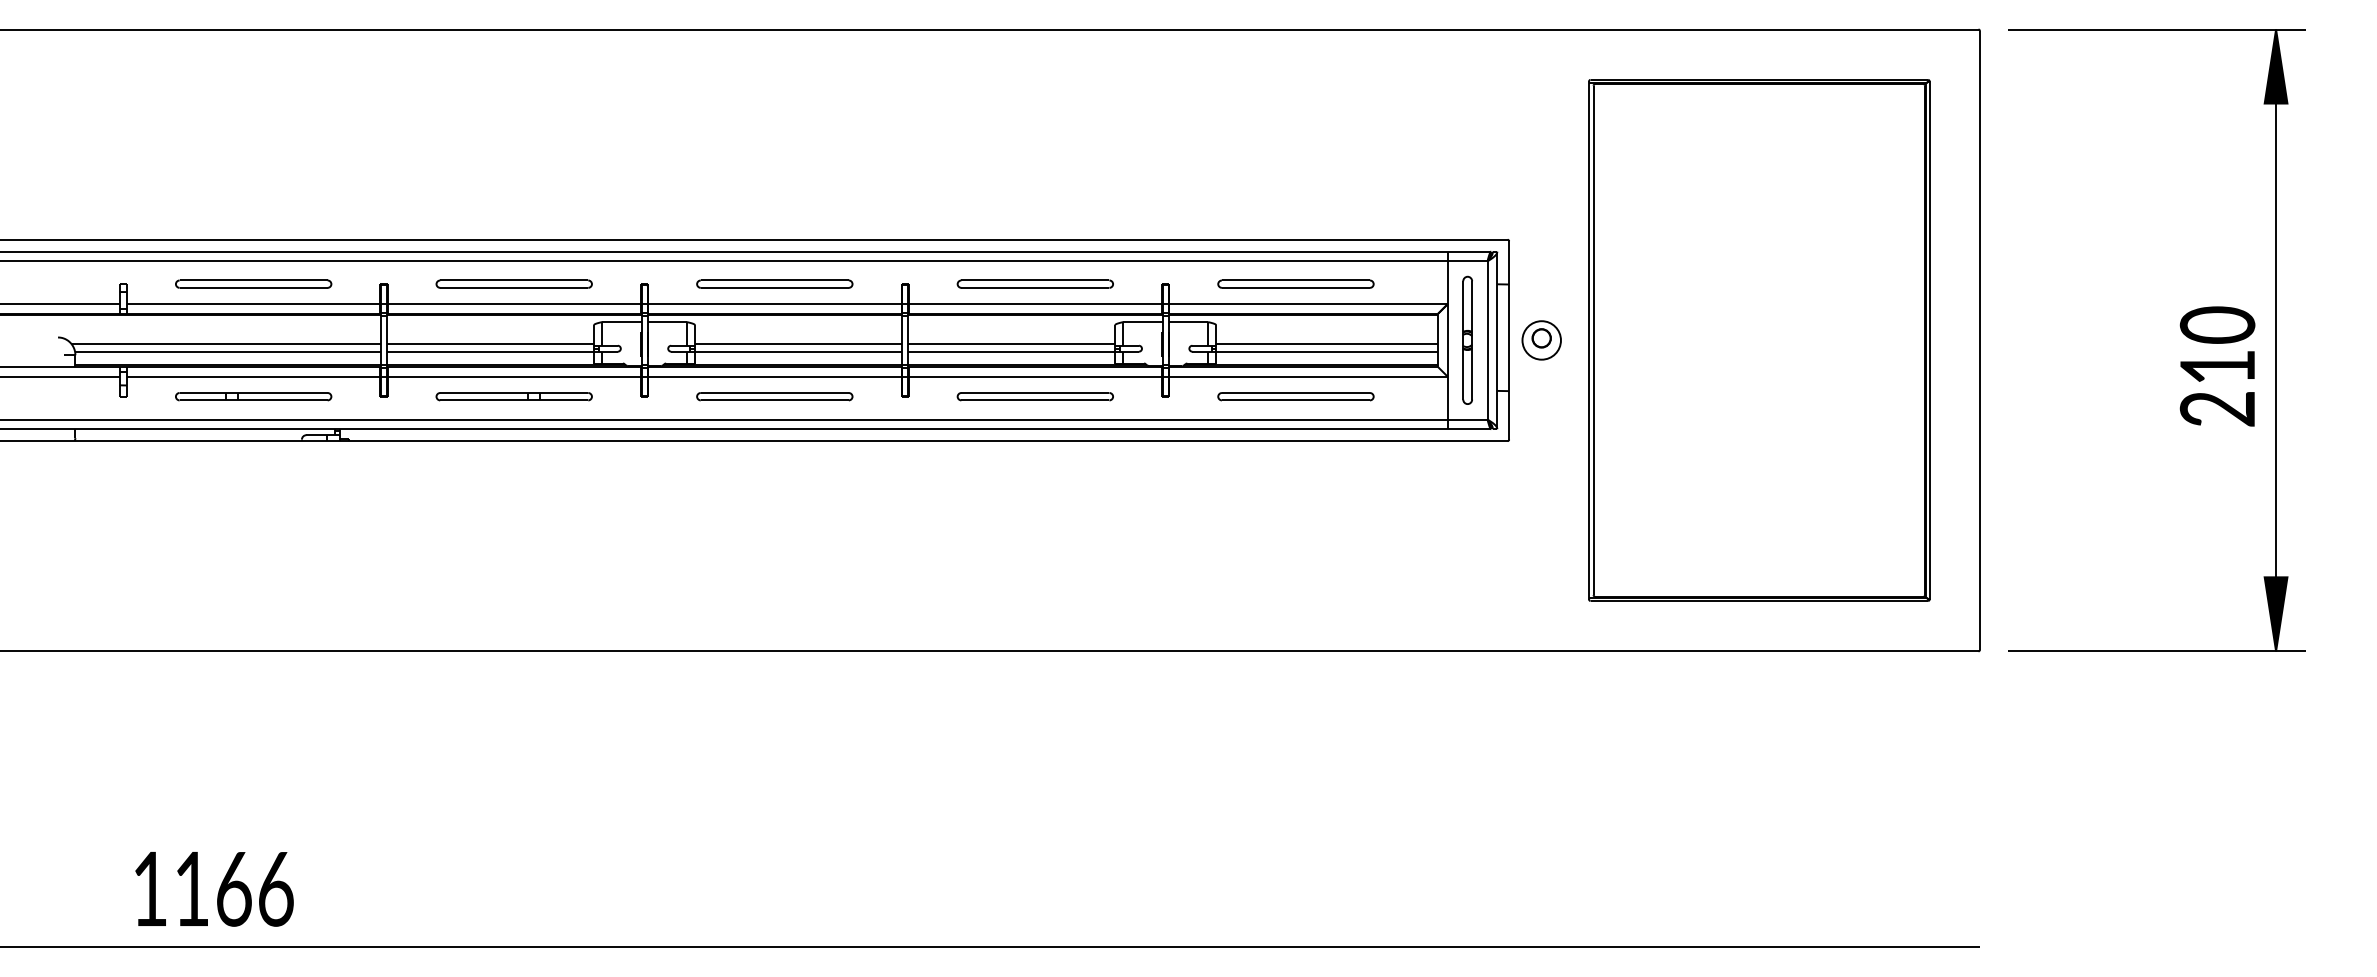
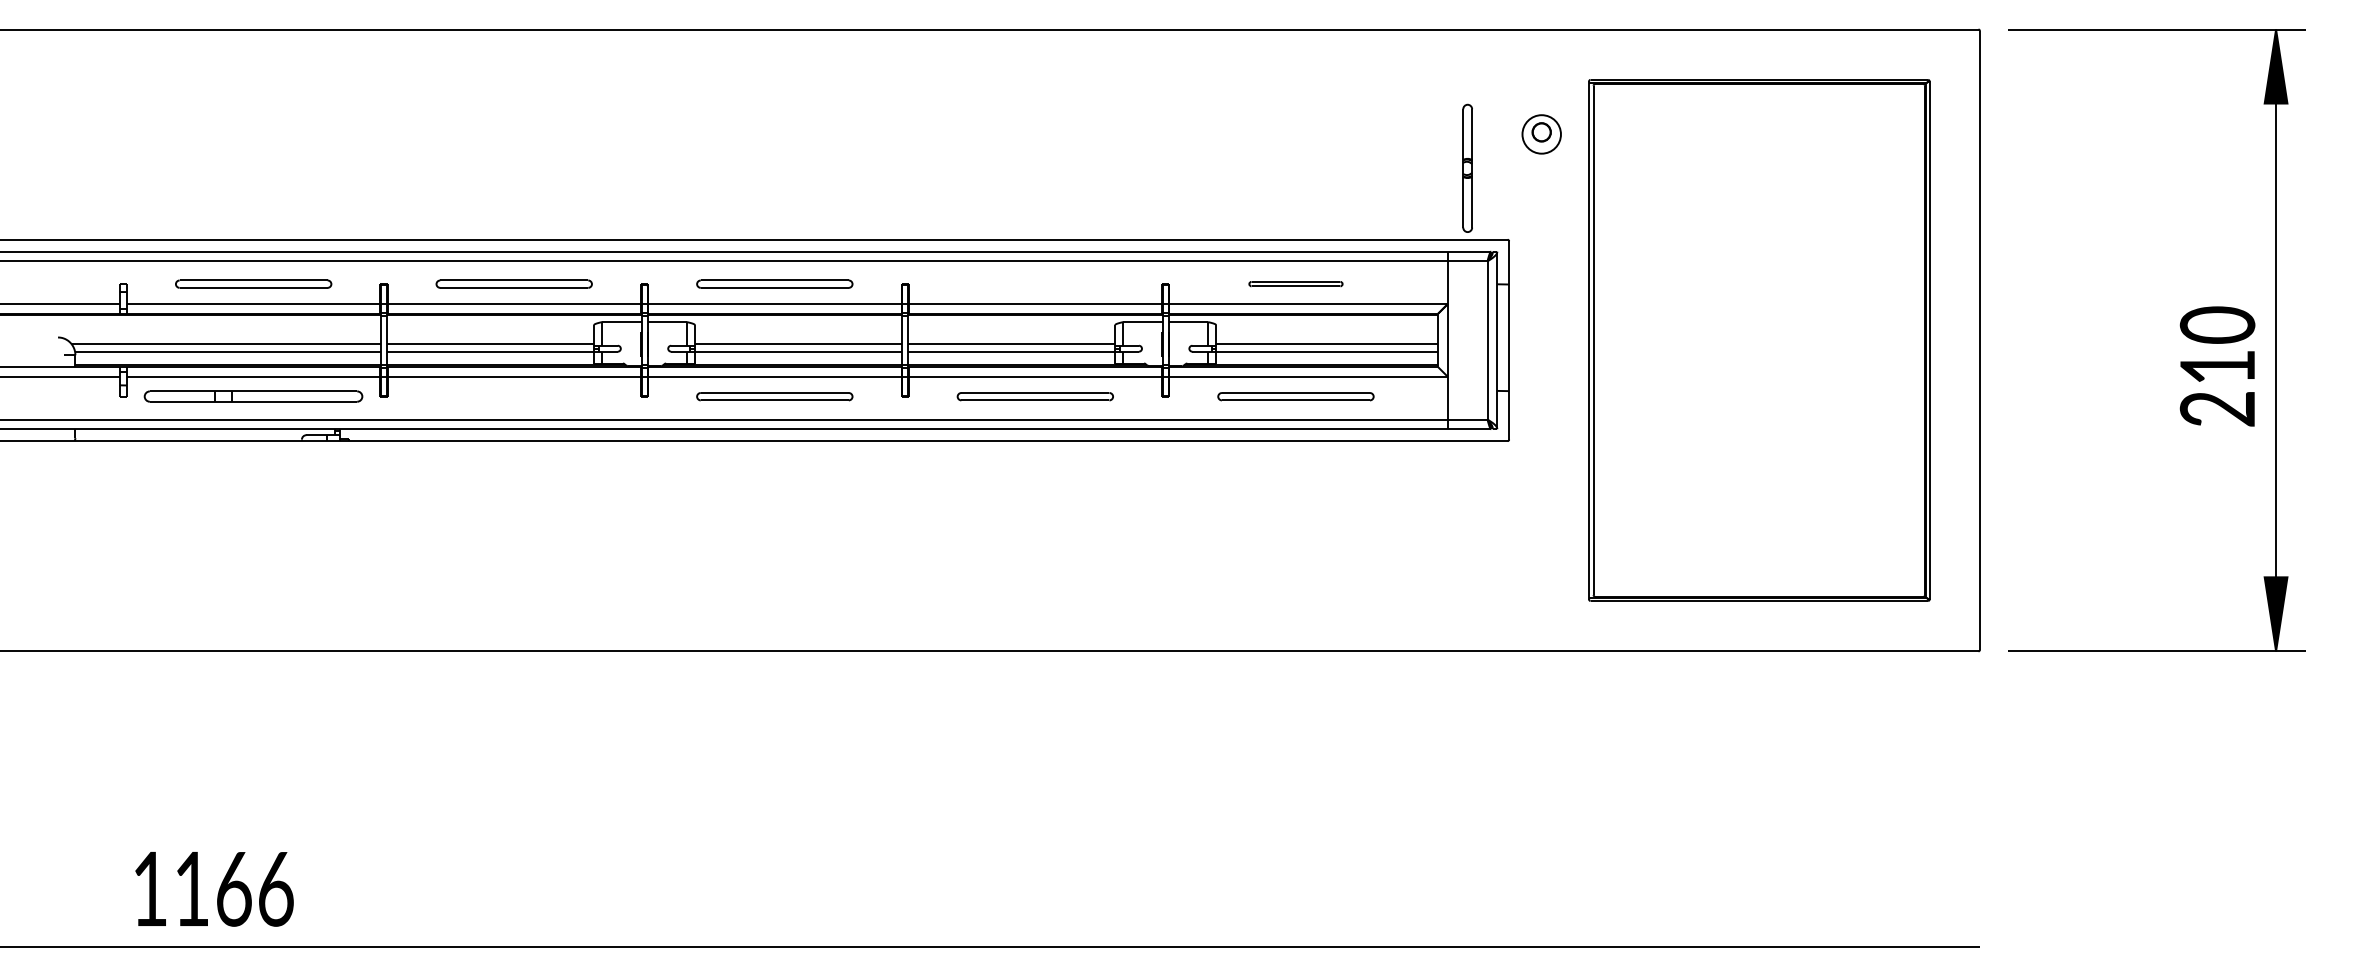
part at (1034, 283): present -> none
part at (1295, 283) size: 158x10 px -> 96x7 px
part at (1467, 339) position: (1467, 339) -> (1467, 167)
part at (1541, 340) position: (1541, 340) -> (1541, 134)
part at (253, 396) size: 158x10 px -> 221x13 px
part at (513, 396): present -> none
